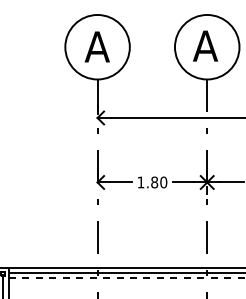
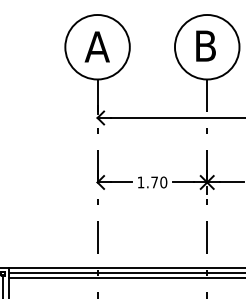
text at (205, 45): A -> B
text at (154, 182): 1.80 -> 1.70
line at (127, 277): dashed -> solid
